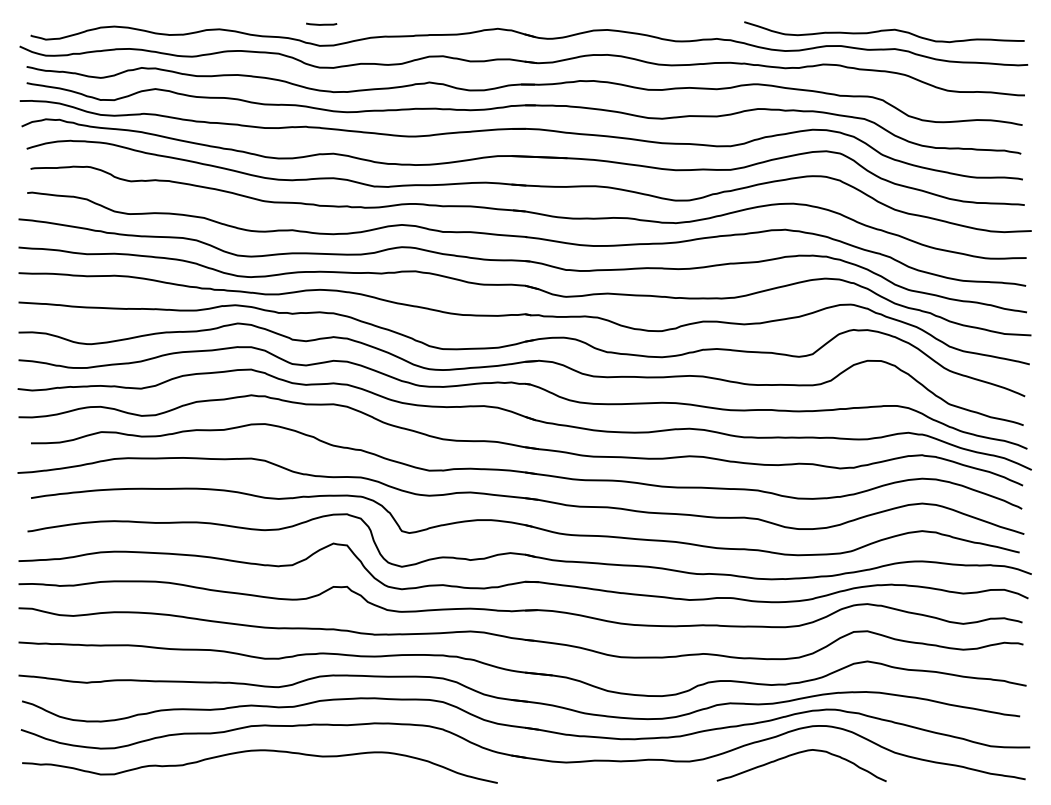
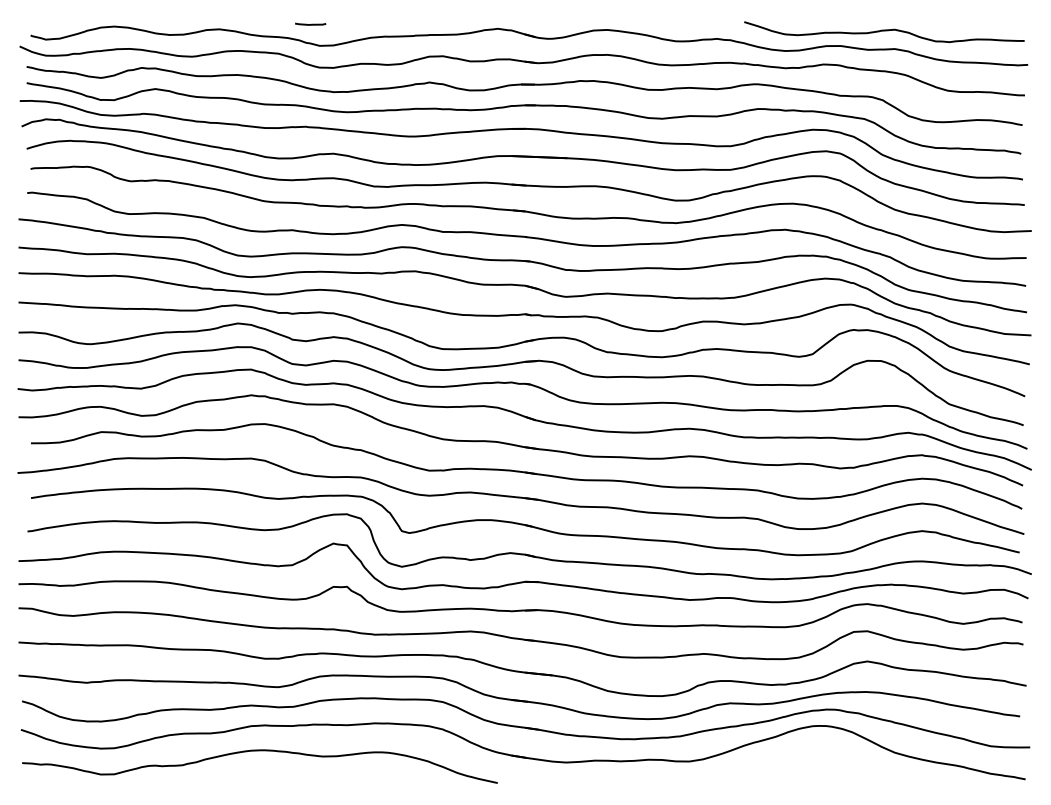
line at (322, 23) position: (322, 23) -> (311, 23)
curve at (797, 754): present -> none
